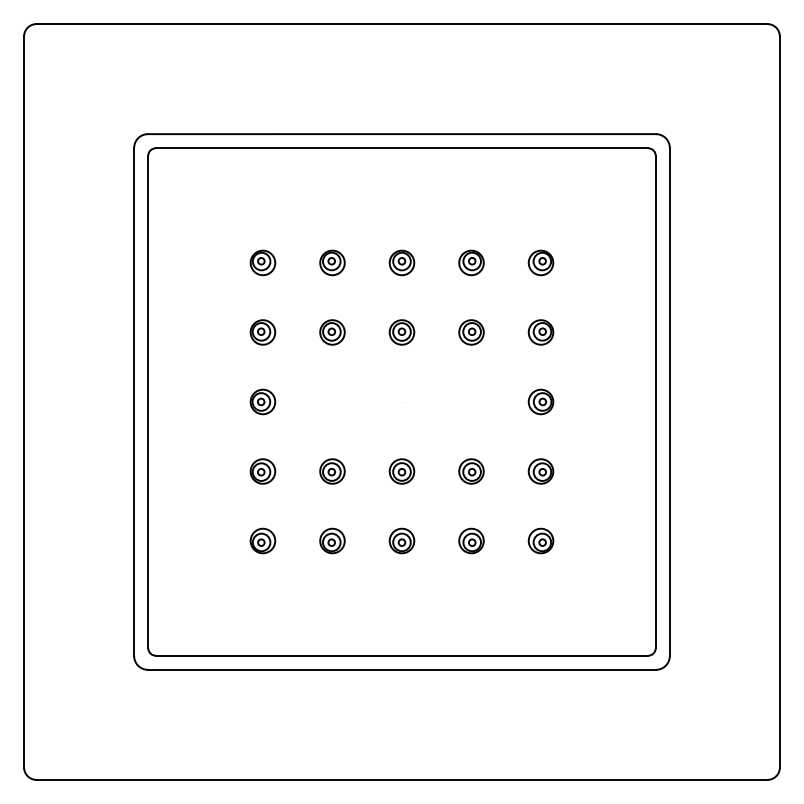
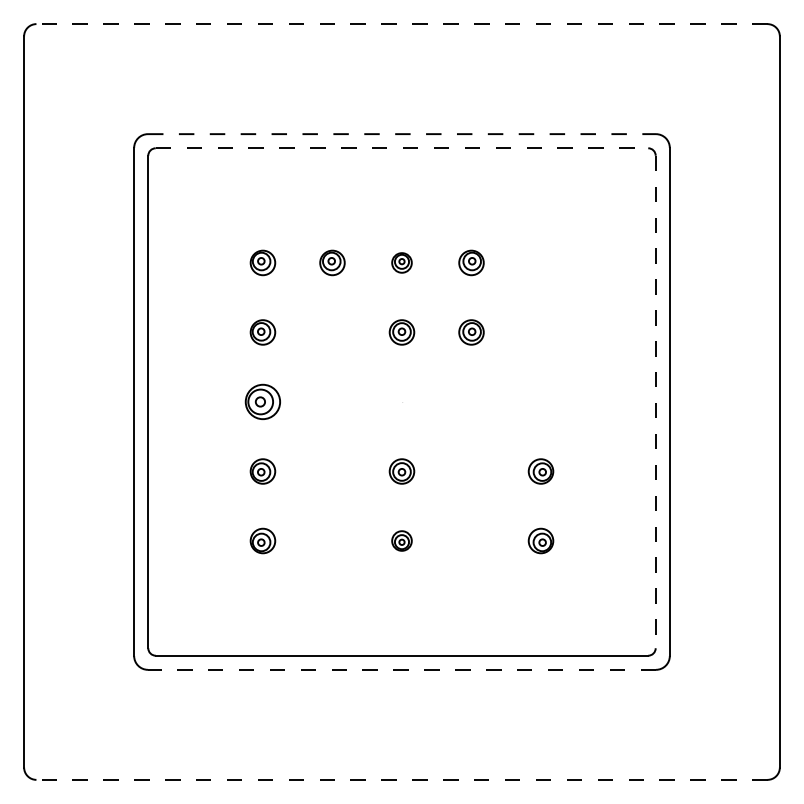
line at (402, 24): solid -> dashed
line at (402, 134): solid -> dashed
line at (402, 148): solid -> dashed
part at (401, 262) size: 28x28 px -> 22x22 px
part at (540, 262): present -> none
part at (332, 332): present -> none
part at (540, 332): present -> none
part at (262, 401) size: 28x28 px -> 37x37 px
part at (540, 401): present -> none
line at (655, 402): solid -> dashed
part at (332, 471): present -> none
part at (471, 471): present -> none
part at (332, 540): present -> none
part at (401, 540) size: 28x28 px -> 22x22 px
part at (471, 540): present -> none
line at (402, 669): solid -> dashed
line at (402, 779): solid -> dashed
